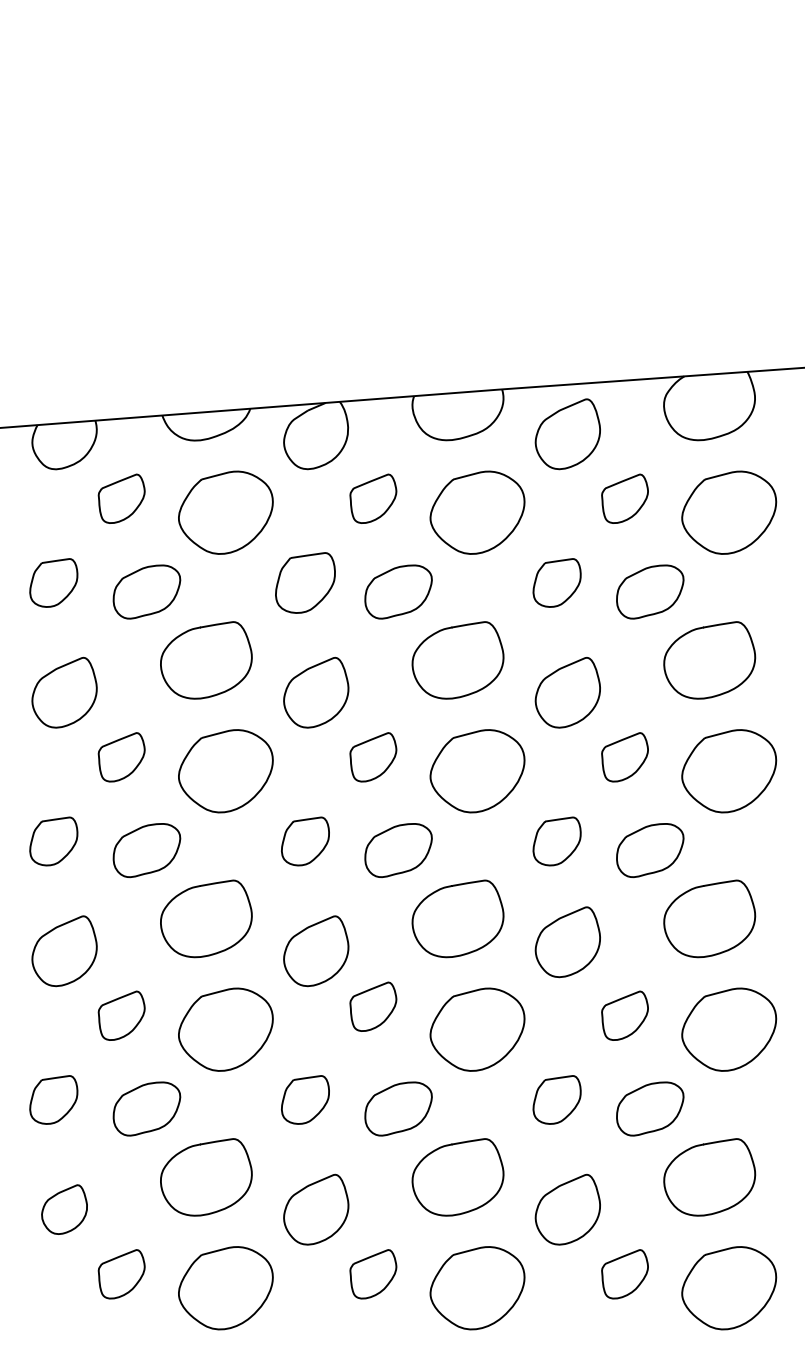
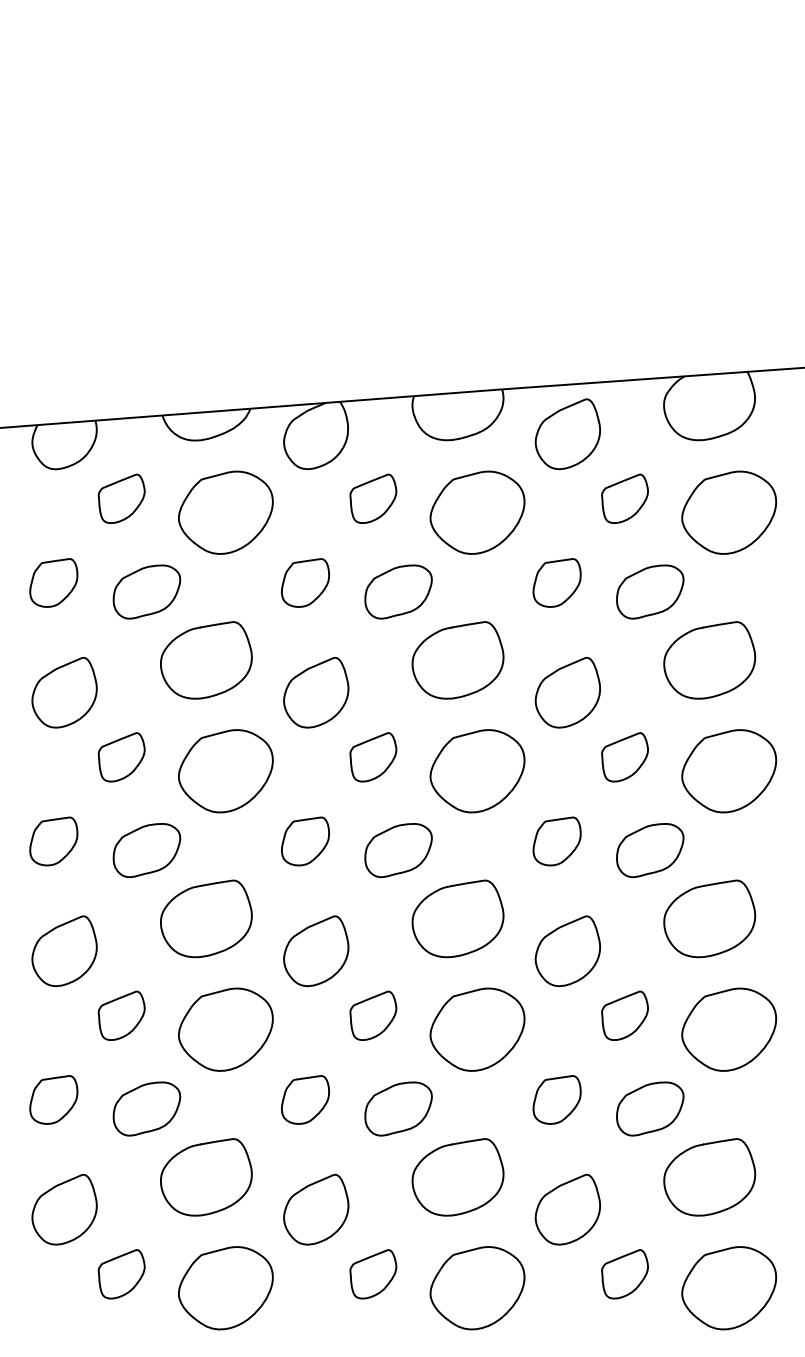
part at (305, 582) size: 61x62 px -> 49x50 px
part at (567, 942) position: (567, 942) -> (567, 951)
part at (373, 1006) position: (373, 1006) -> (373, 1015)
part at (64, 1209) size: 47x51 px -> 67x73 px
